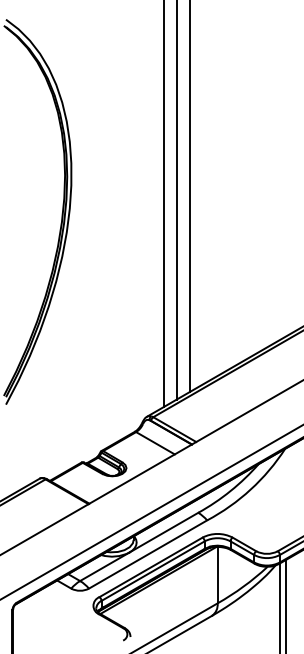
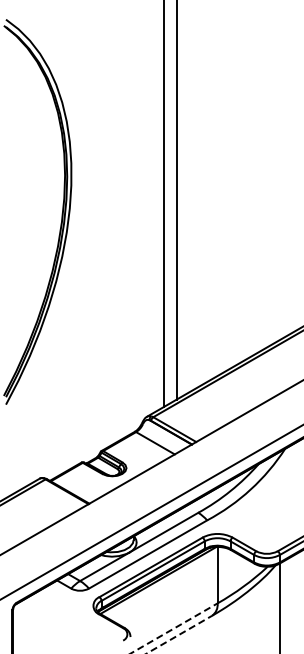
line at (189, 197): present -> none
line at (286, 604): present -> none
line at (174, 628): solid -> dashed
line at (179, 634): solid -> dashed
